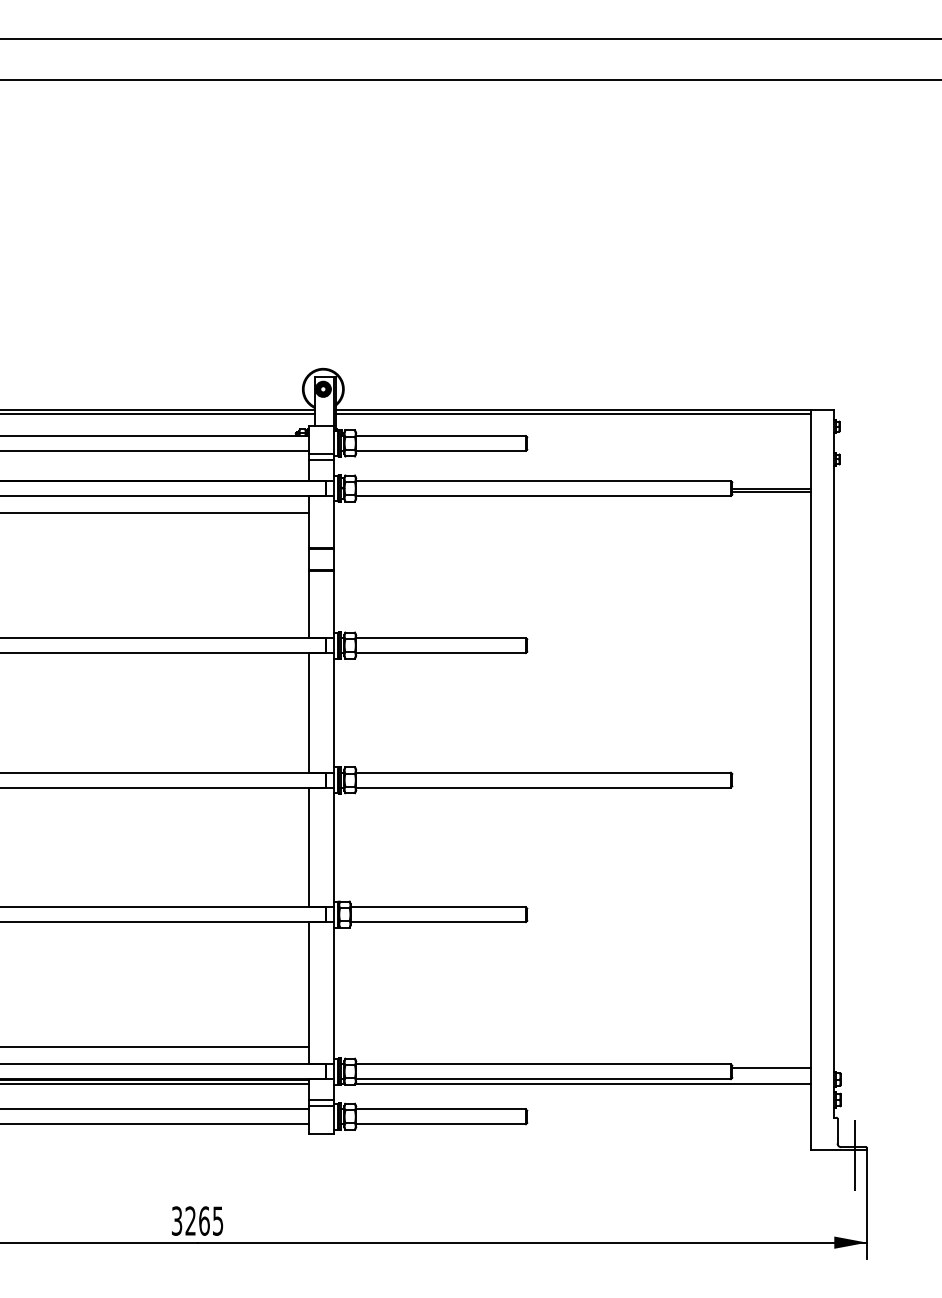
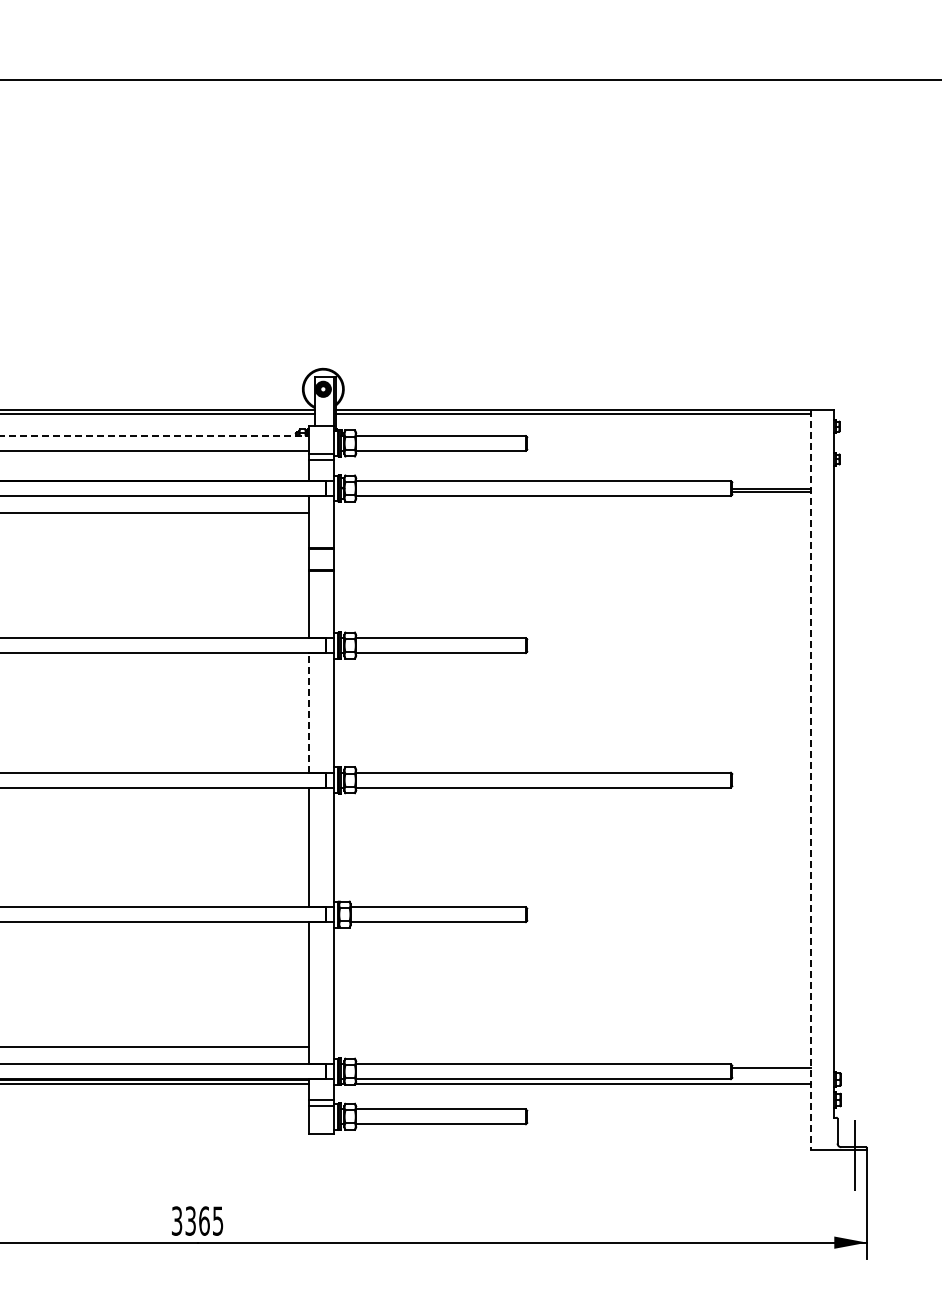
line at (470, 38): present -> none
line at (155, 436): solid -> dashed
line at (308, 712): solid -> dashed
line at (810, 780): solid -> dashed
line at (155, 1109): present -> none
line at (155, 1124): present -> none
text at (190, 1220): 3265 -> 3365
